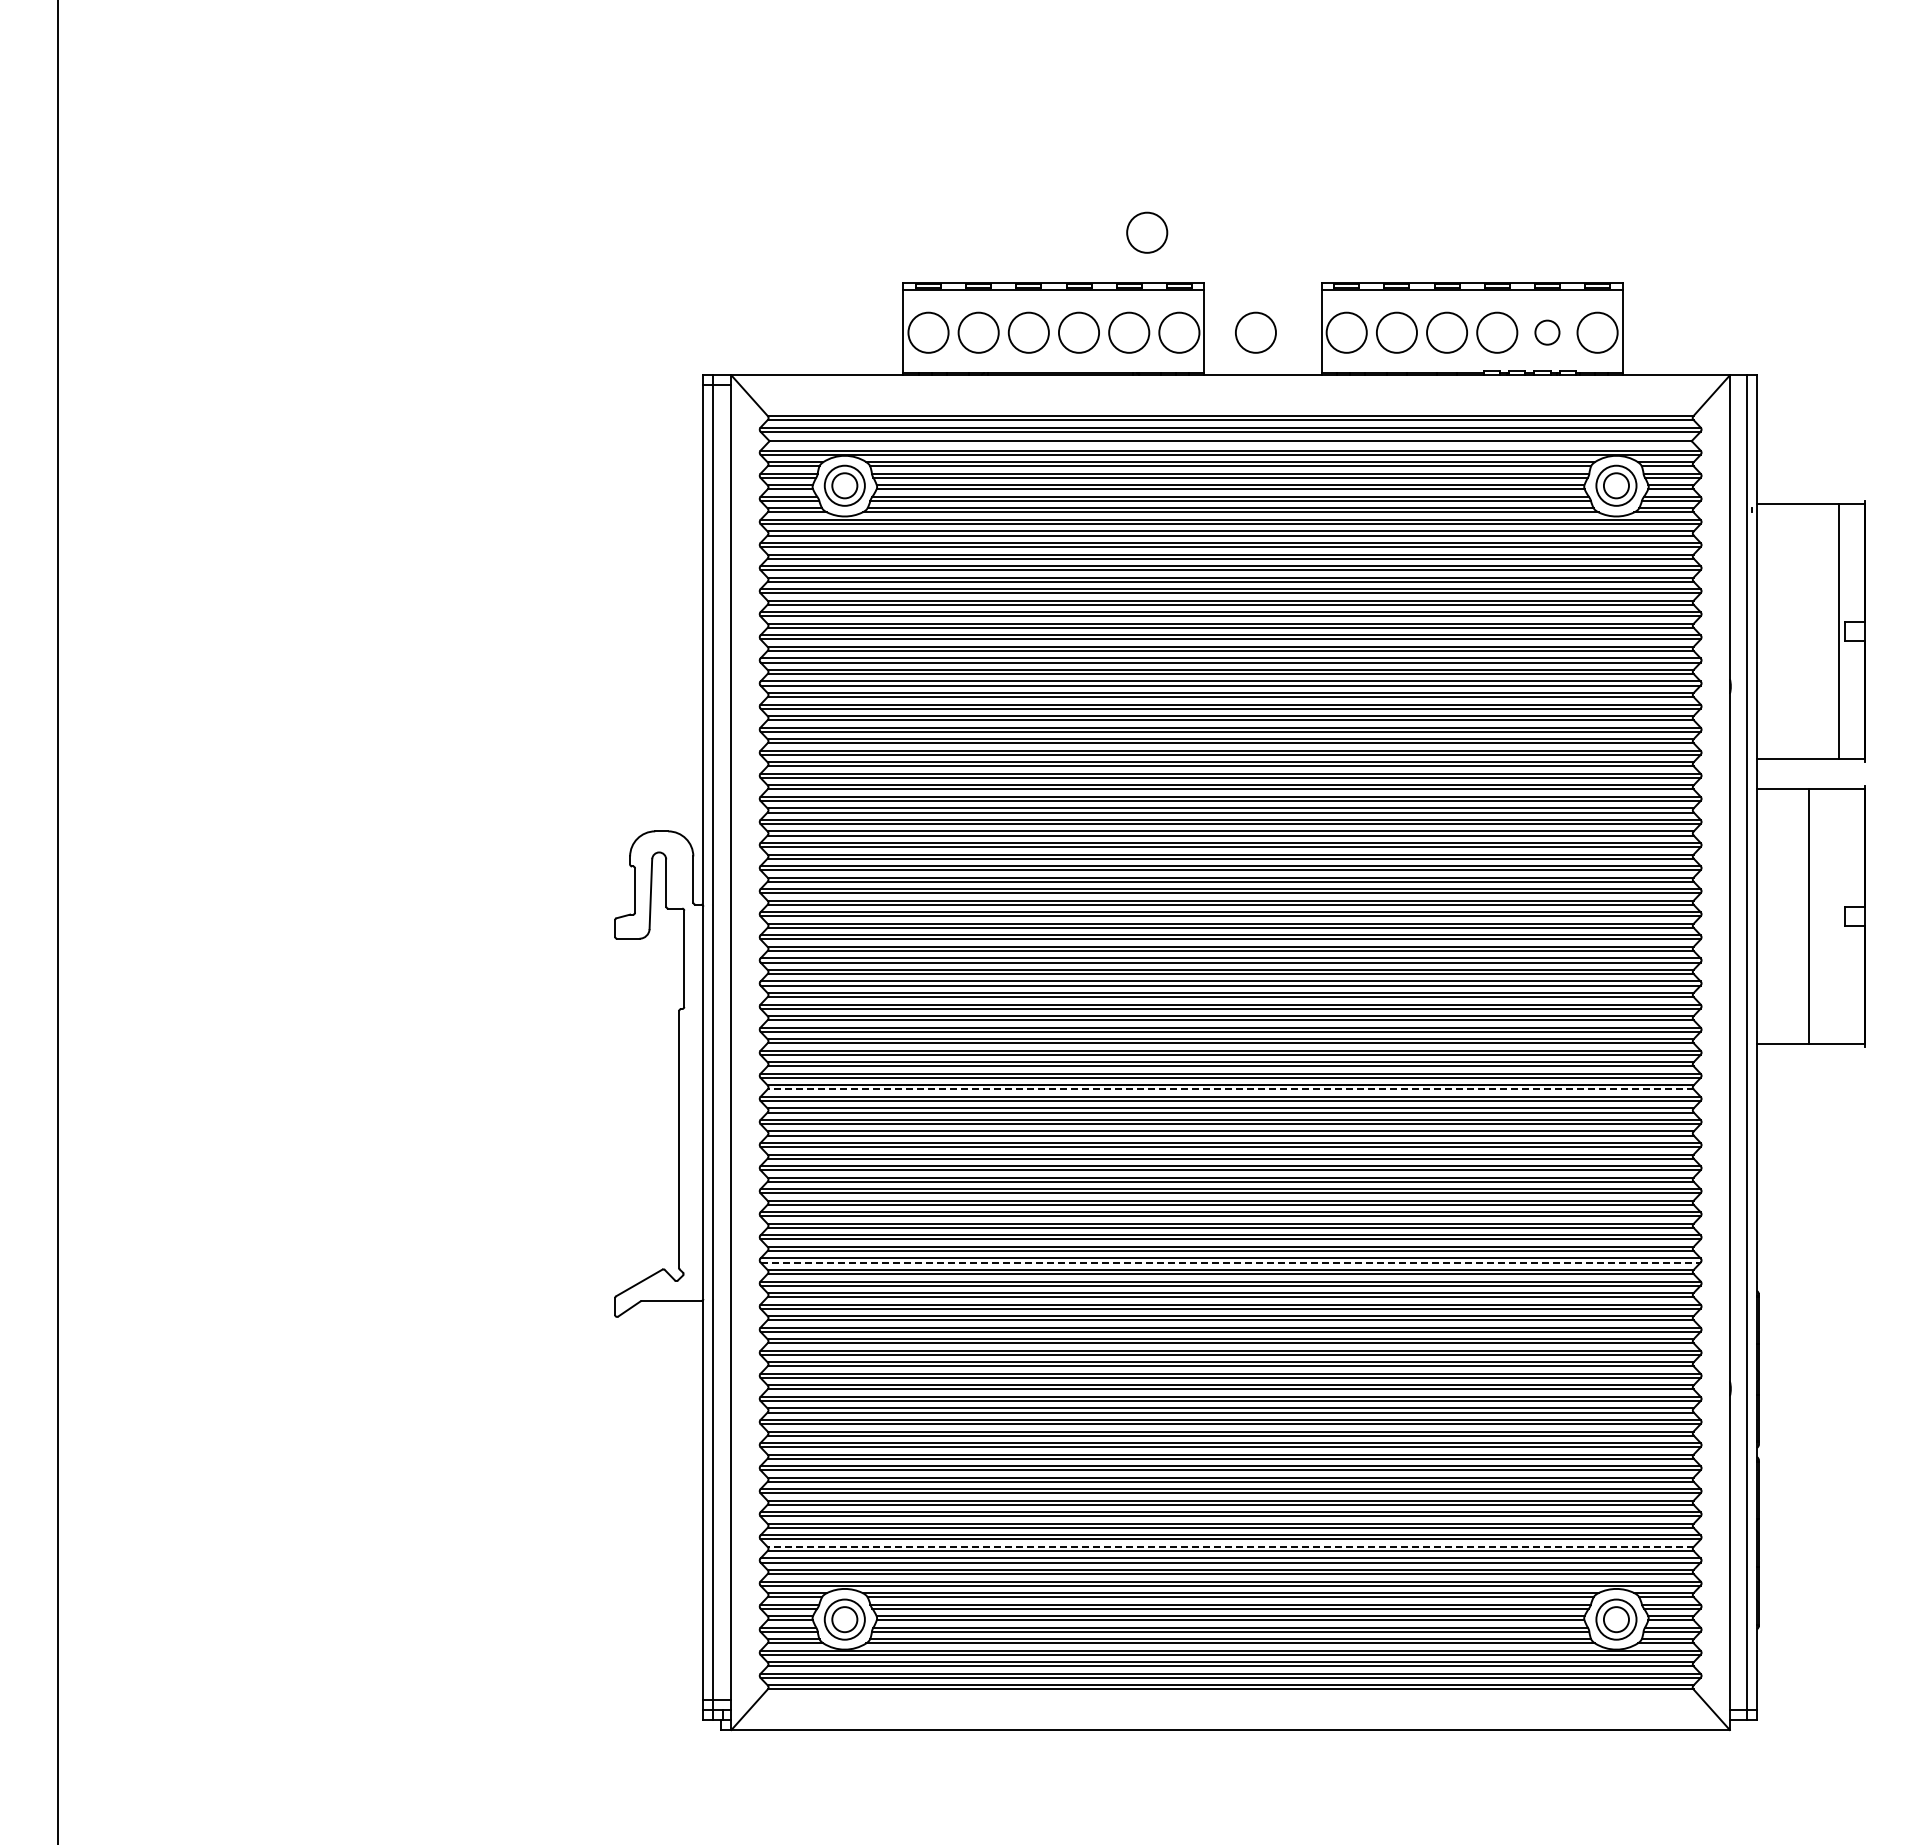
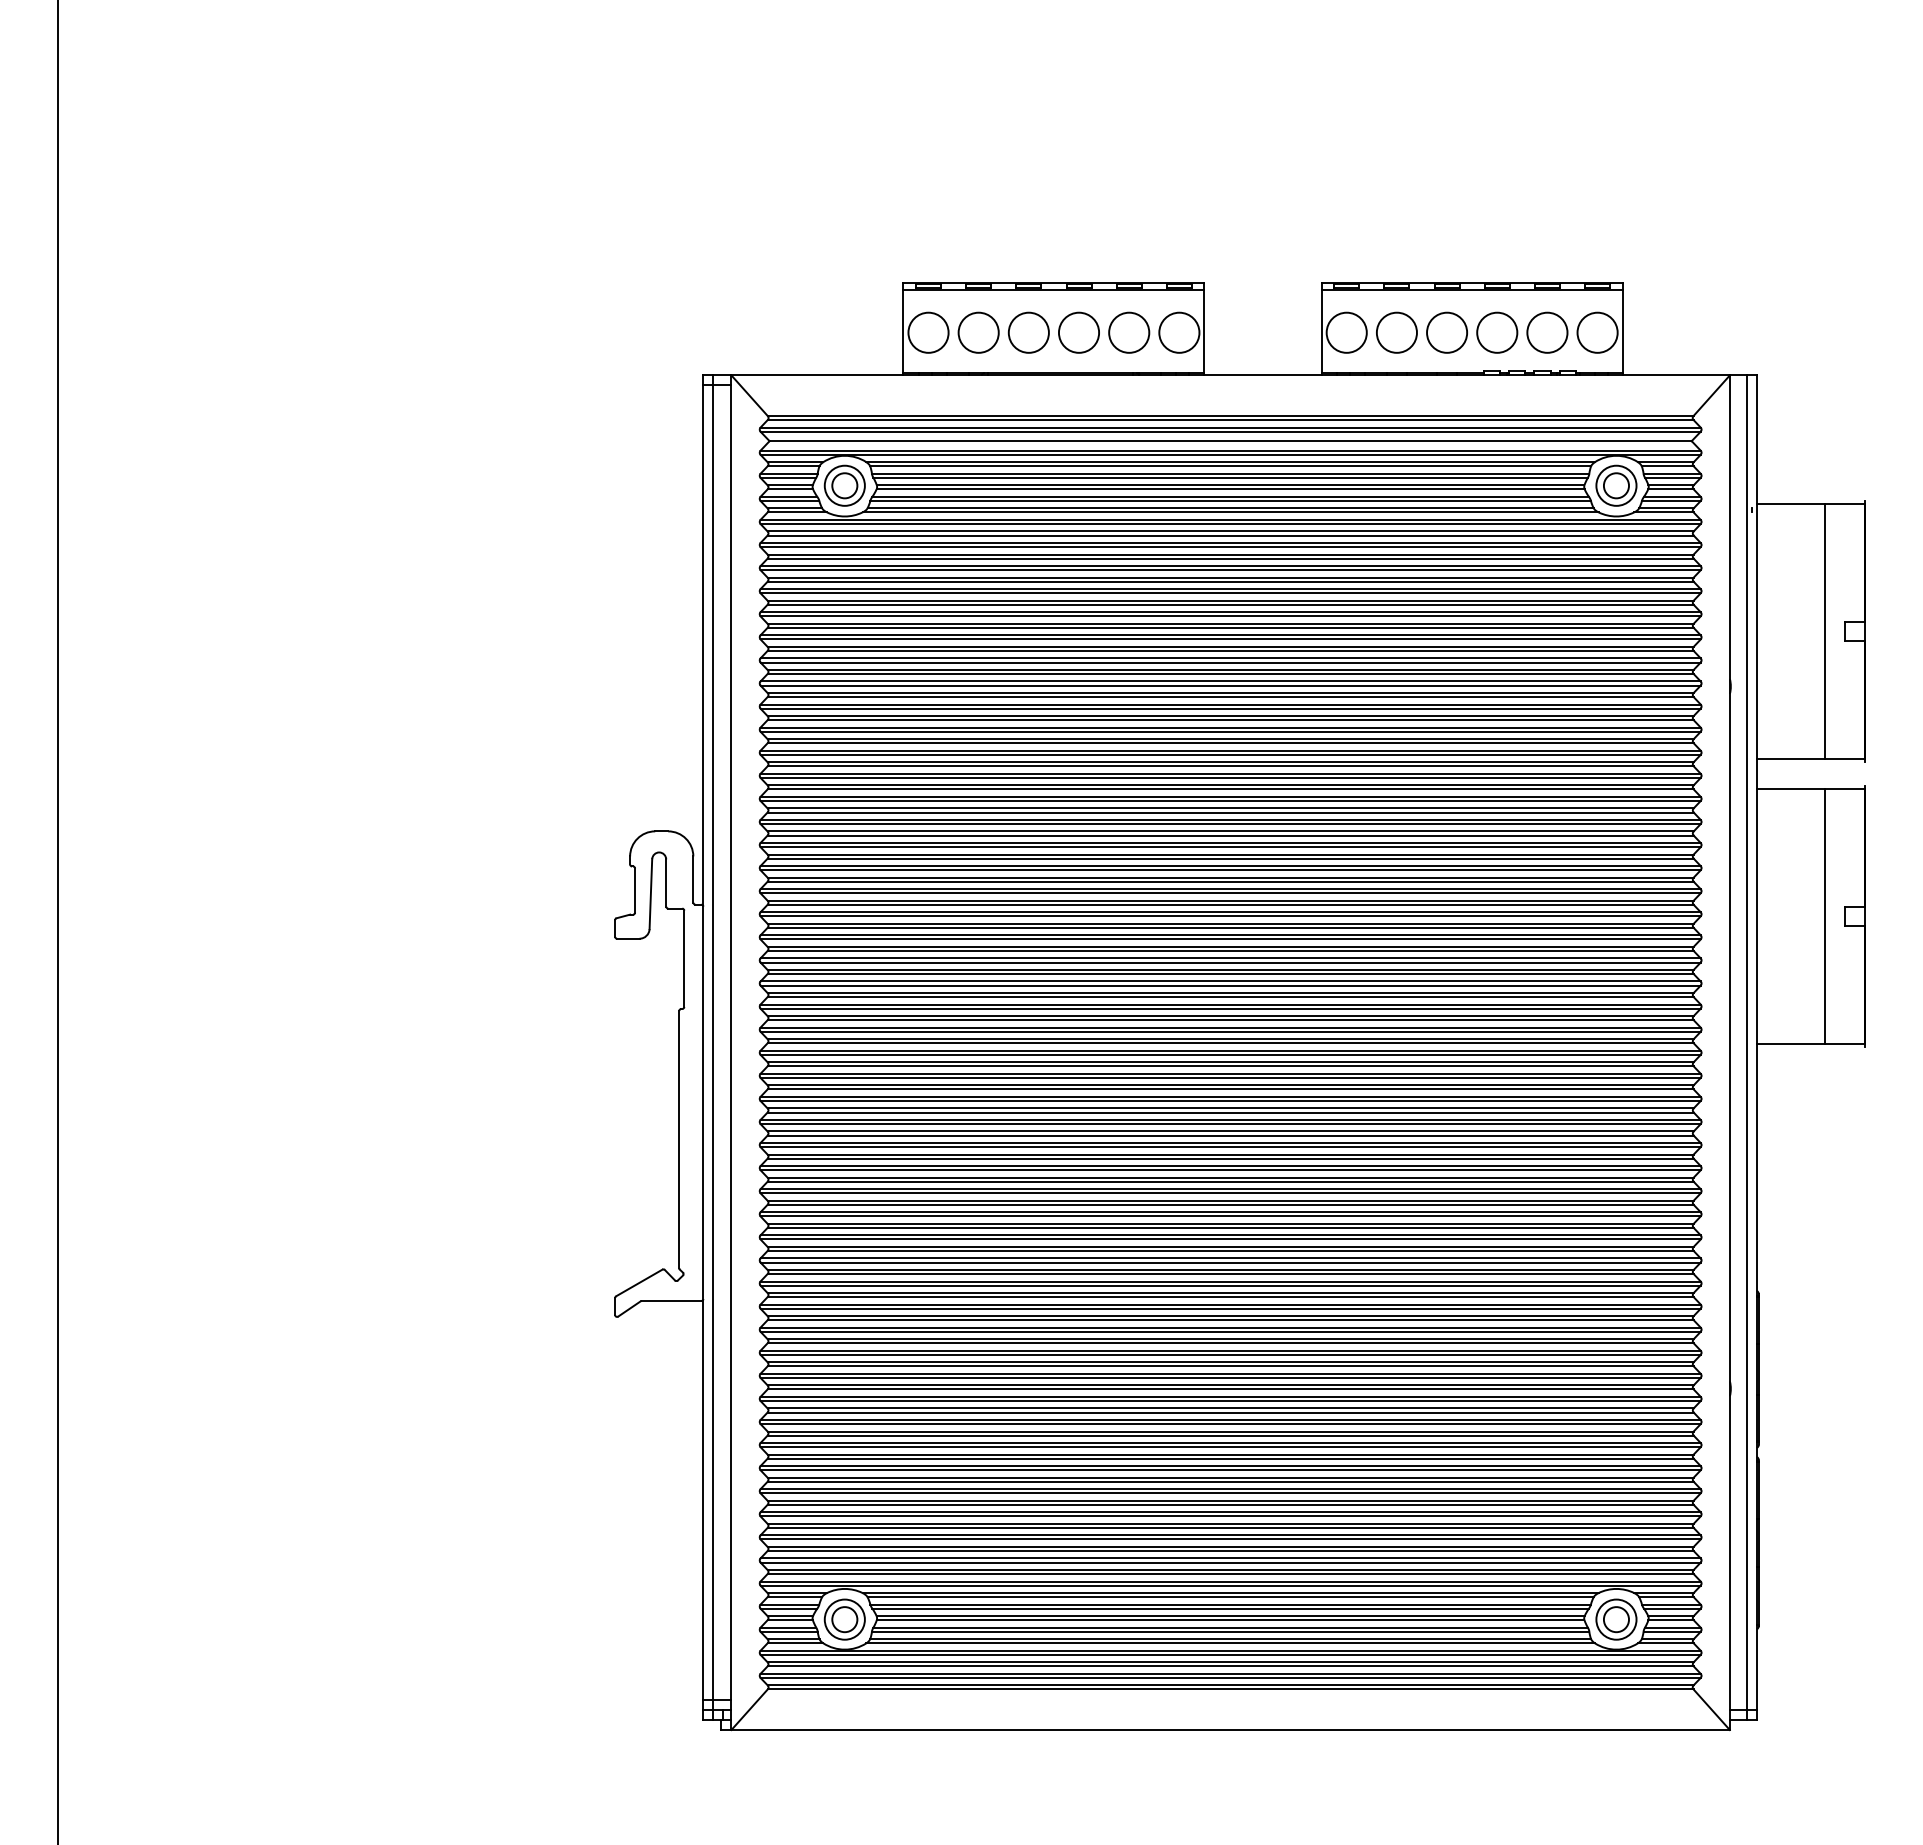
circle at (1147, 232): present -> none
circle at (1255, 332): present -> none
circle at (1547, 332) size: 27x27 px -> 43x43 px
line at (1839, 631) position: (1839, 631) -> (1825, 631)
line at (1809, 916) position: (1809, 916) -> (1825, 916)
line at (1230, 1089): dashed -> solid
line at (1231, 1262): dashed -> solid
line at (1230, 1546): dashed -> solid
